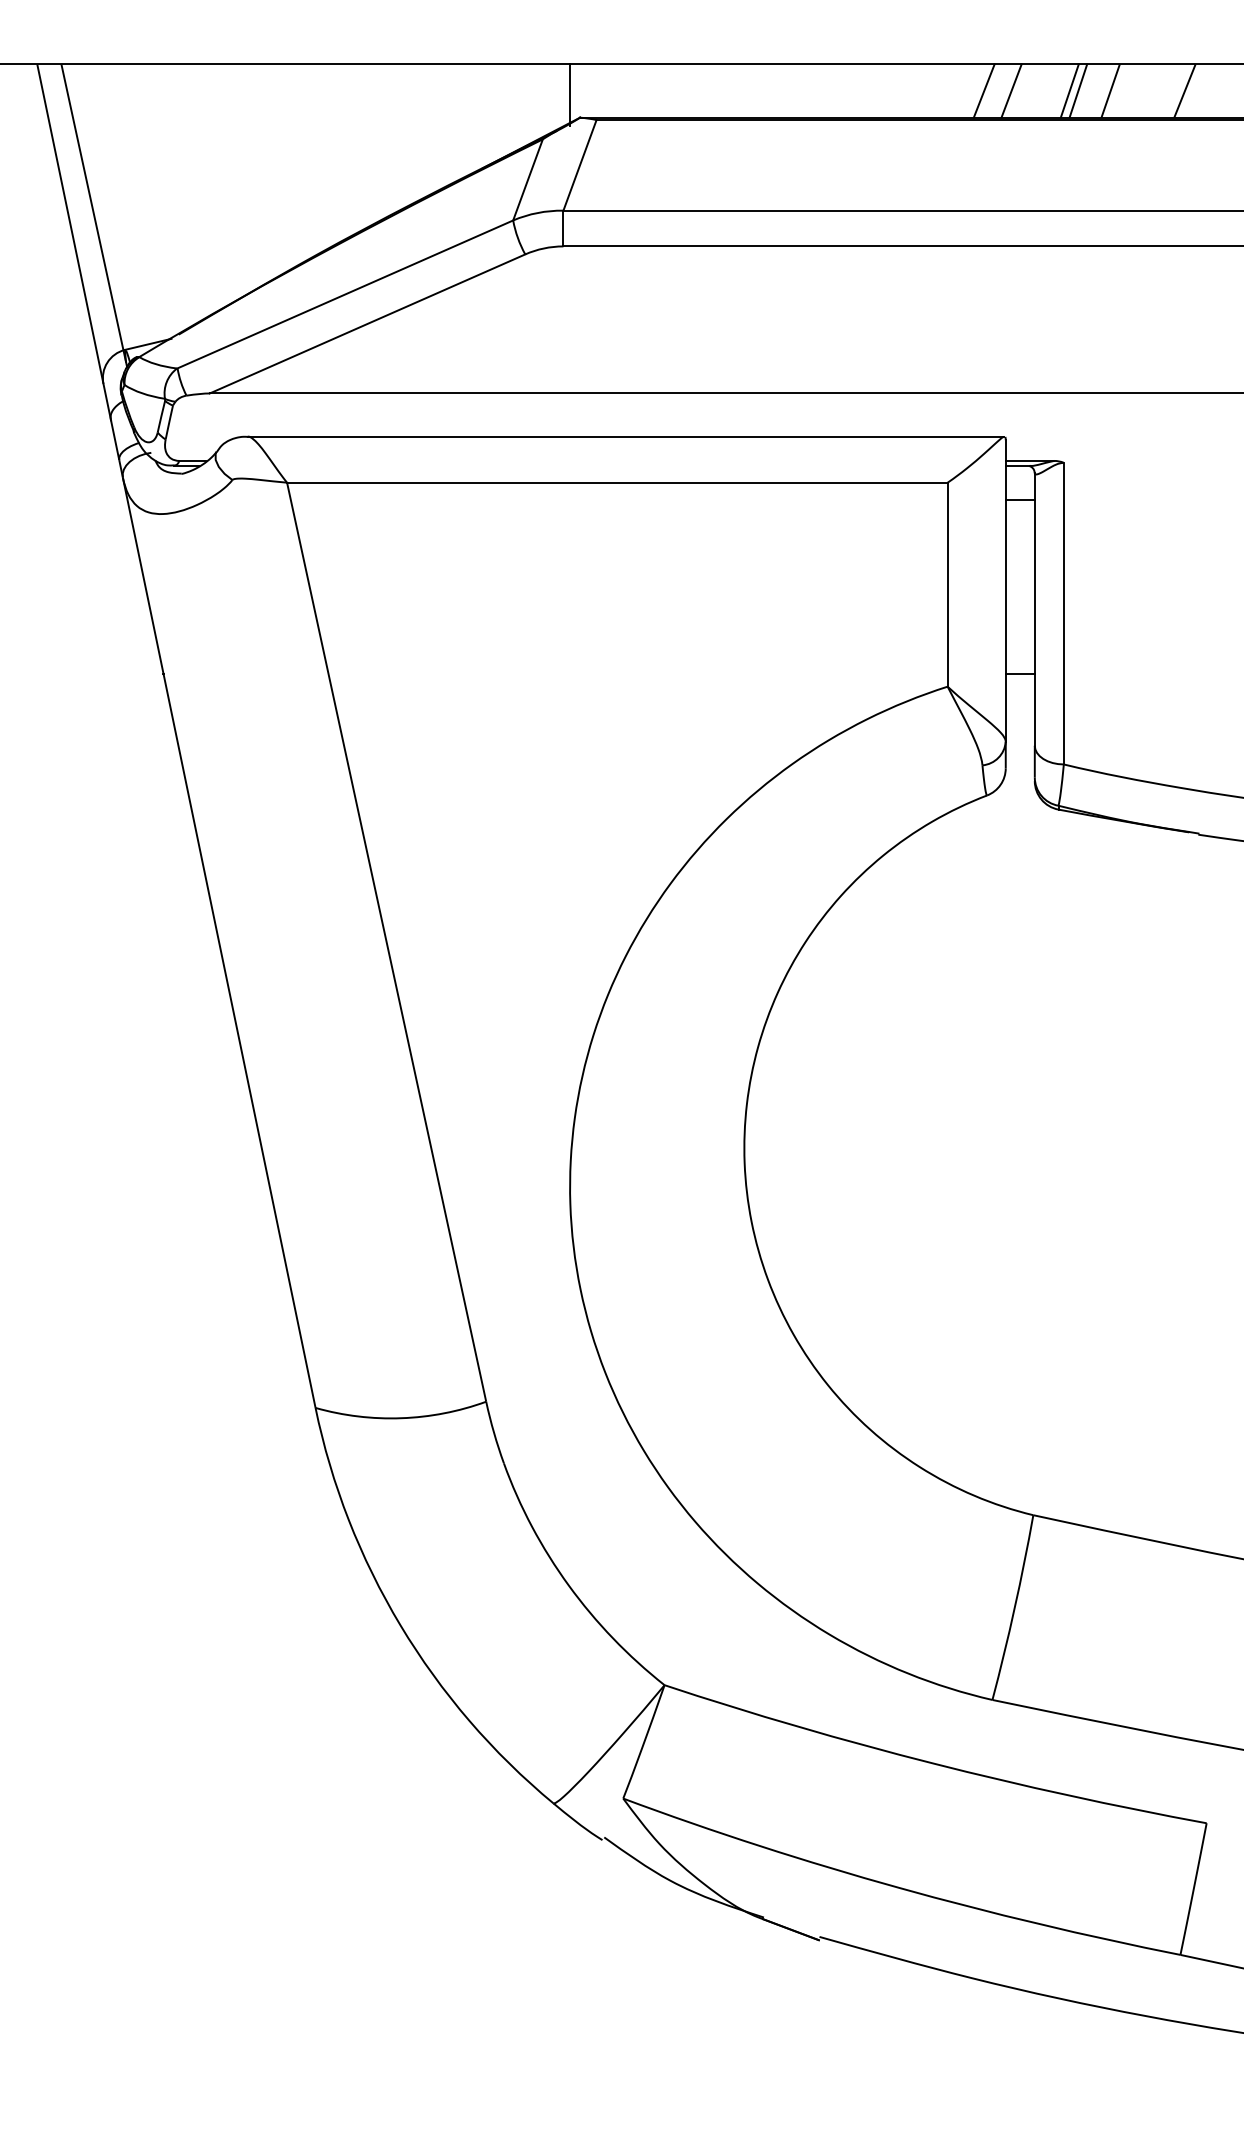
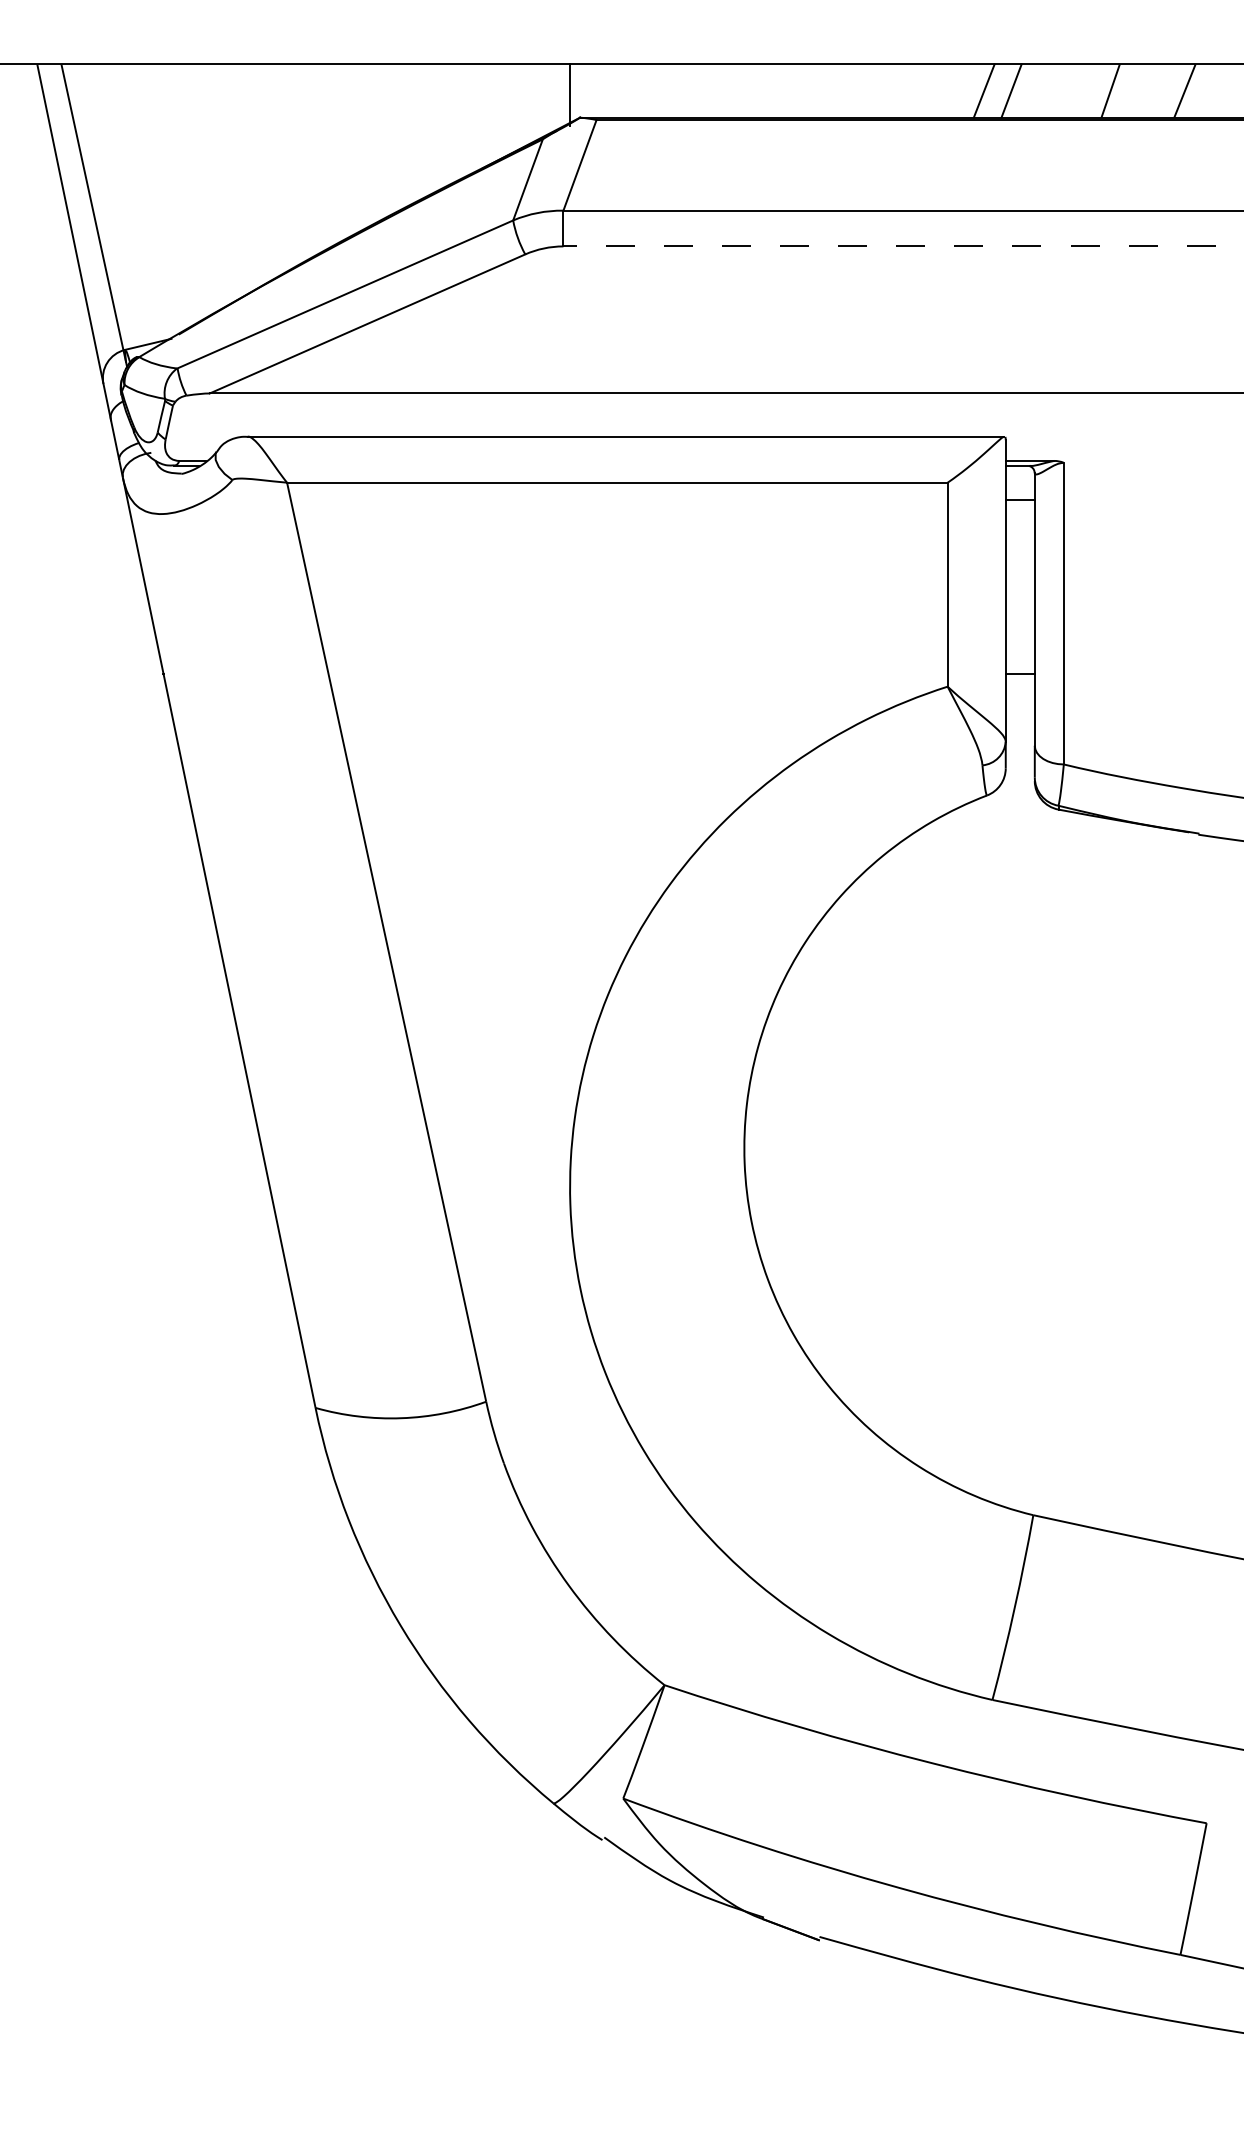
line at (1069, 90): present -> none
line at (1078, 90): present -> none
line at (903, 246): solid -> dashed
